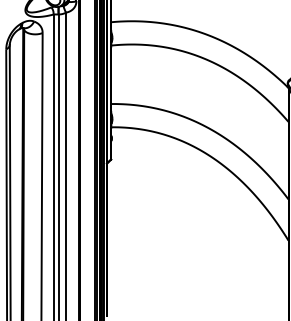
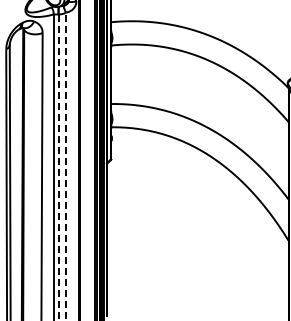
line at (66, 166): solid -> dashed
line at (58, 167): solid -> dashed
